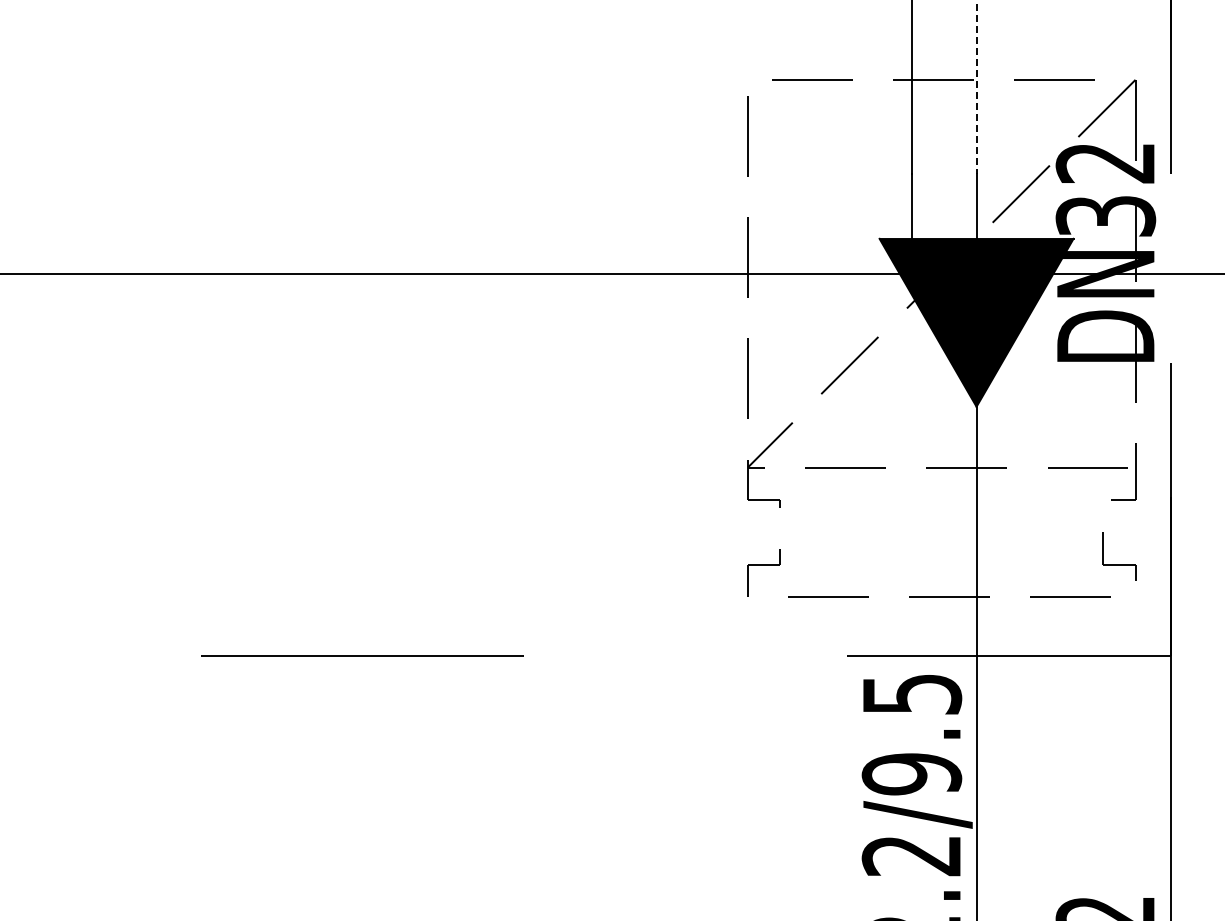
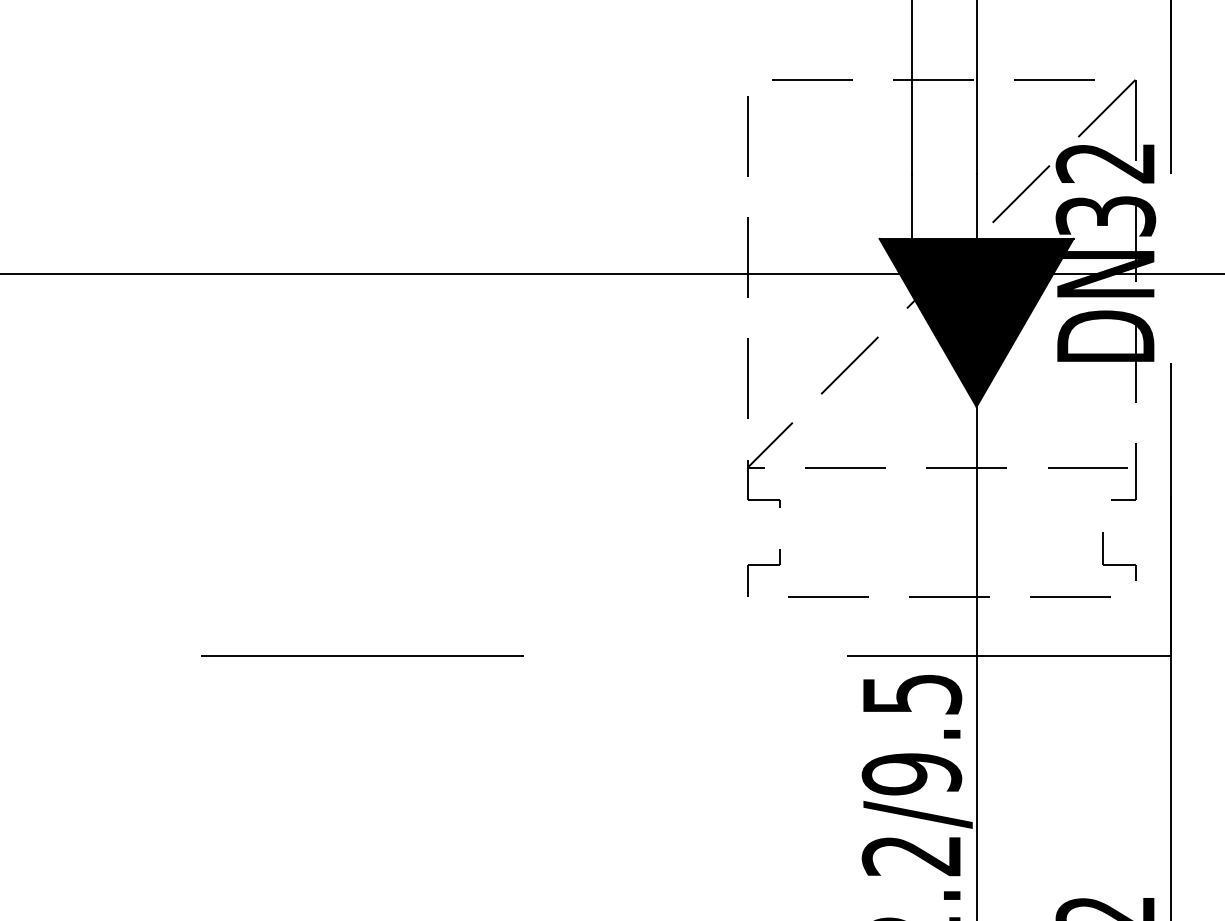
line at (976, 87): dashed -> solid
